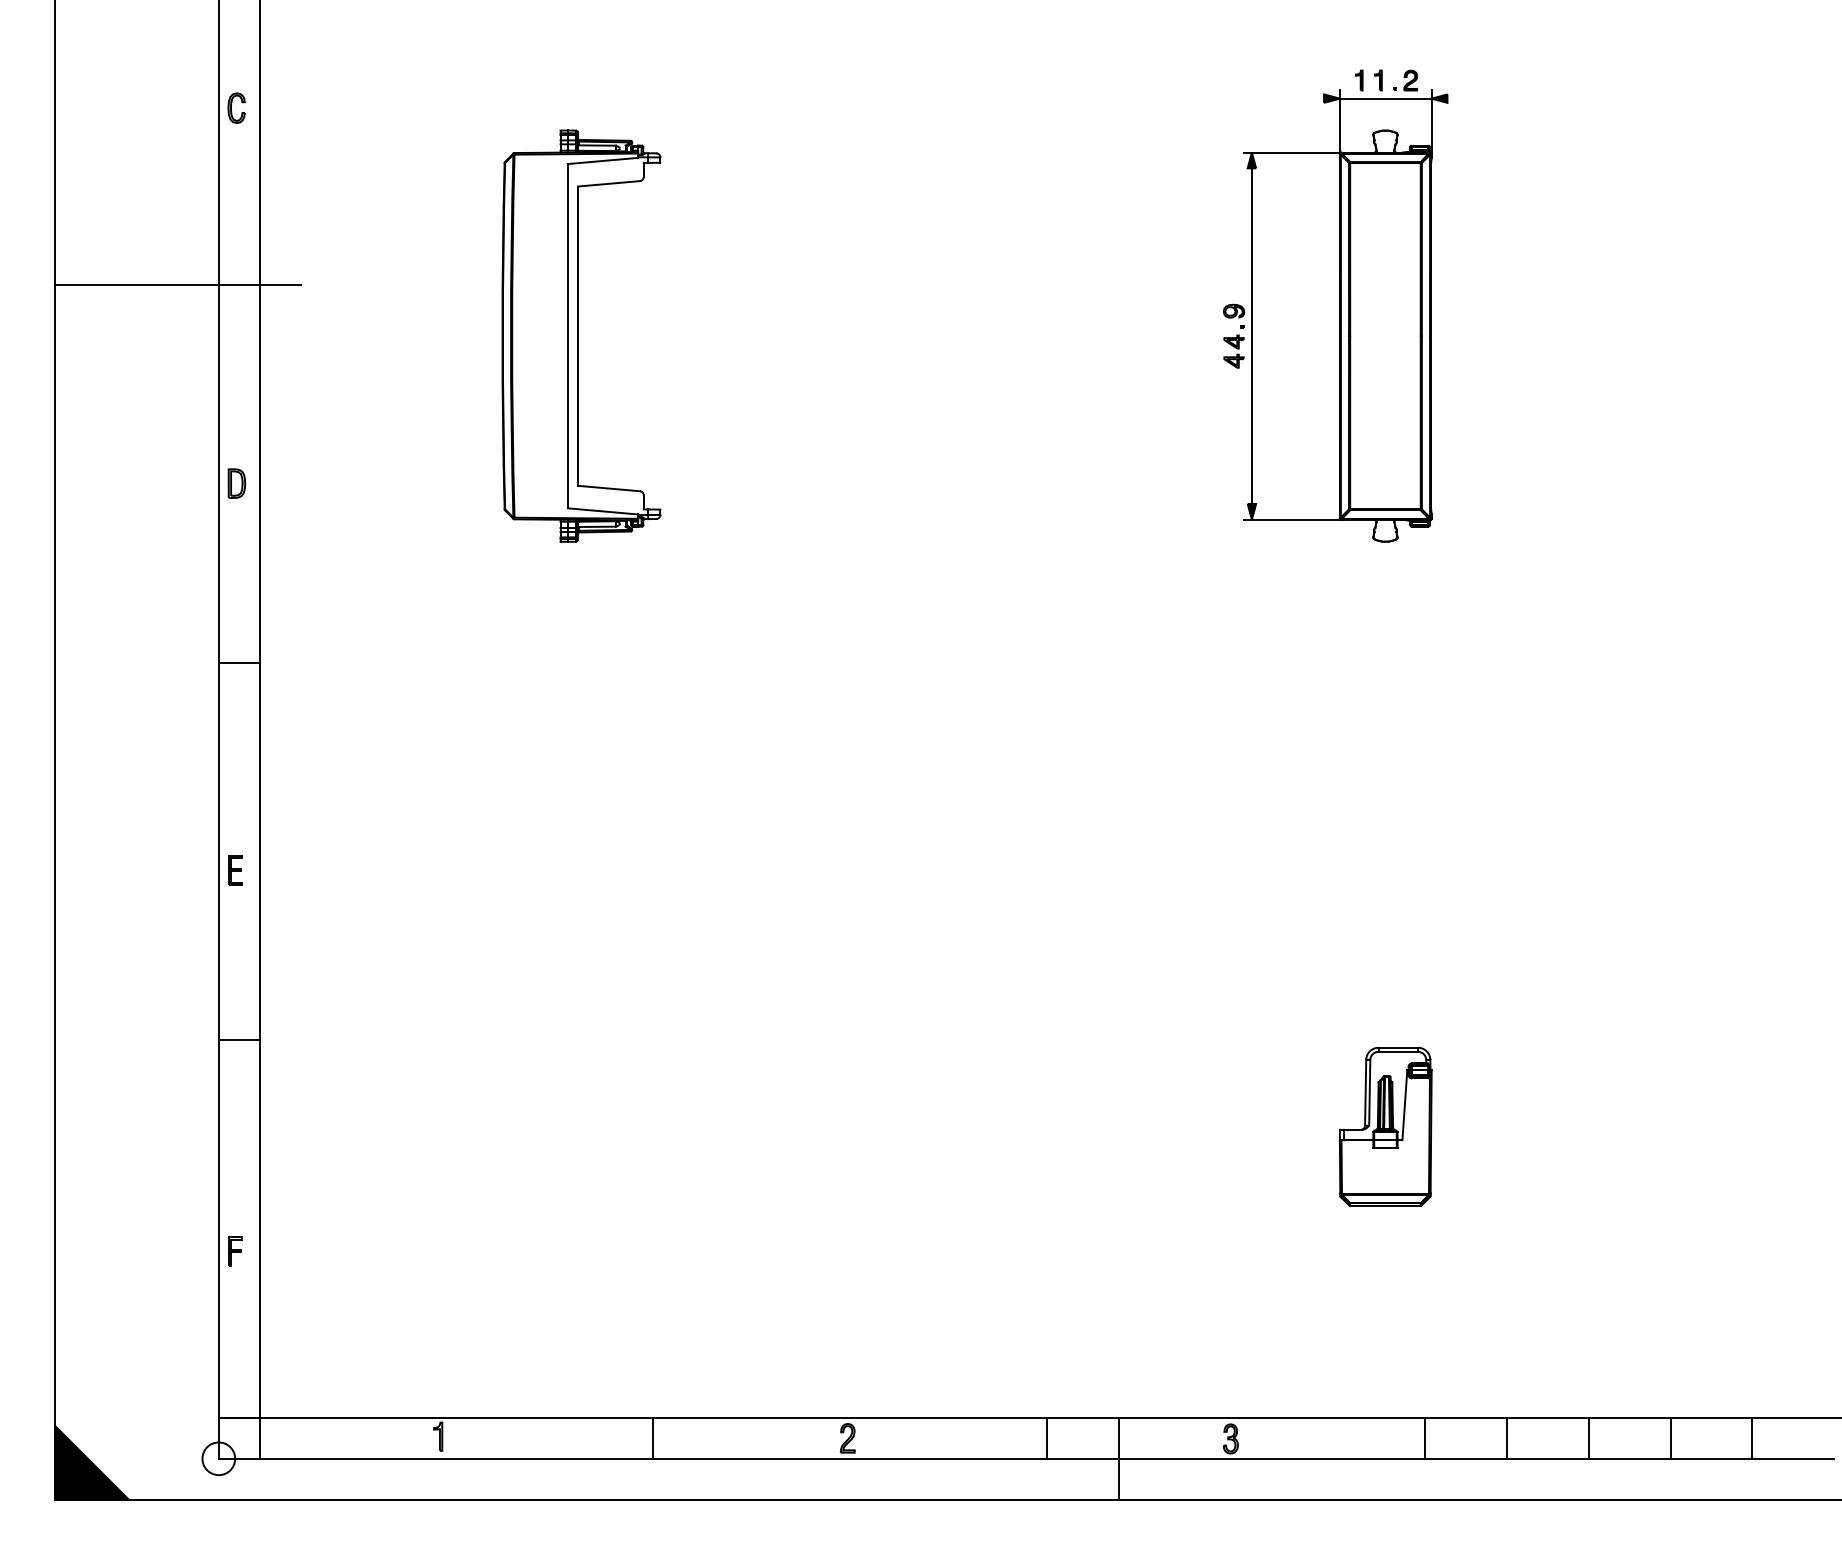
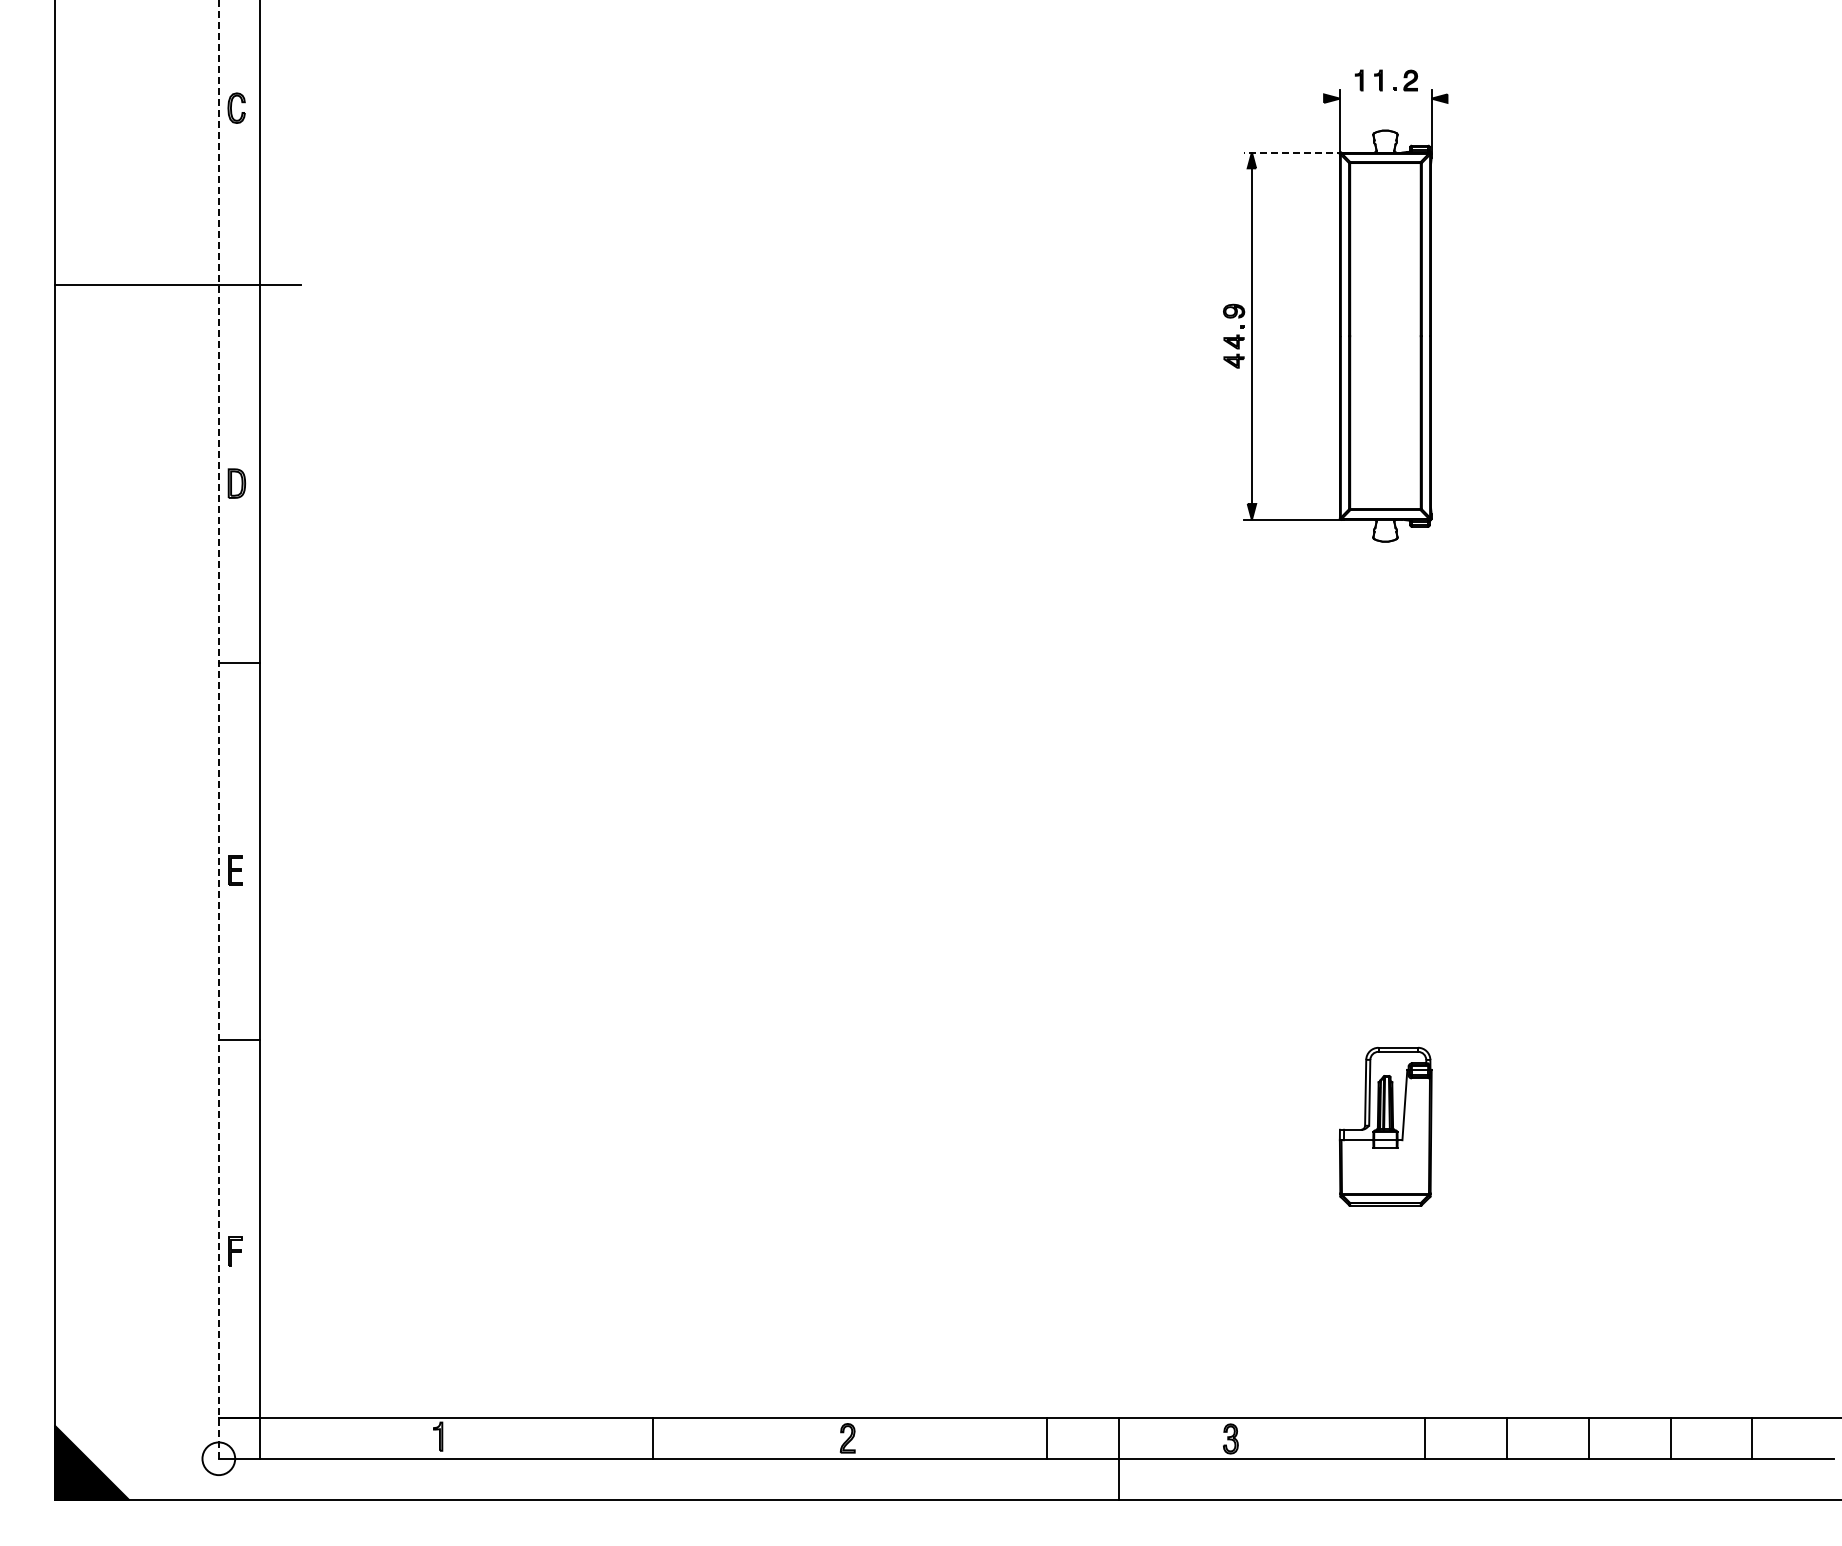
line at (1385, 98): present -> none
line at (1293, 152): solid -> dashed
part at (581, 335): present -> none
line at (218, 728): solid -> dashed
